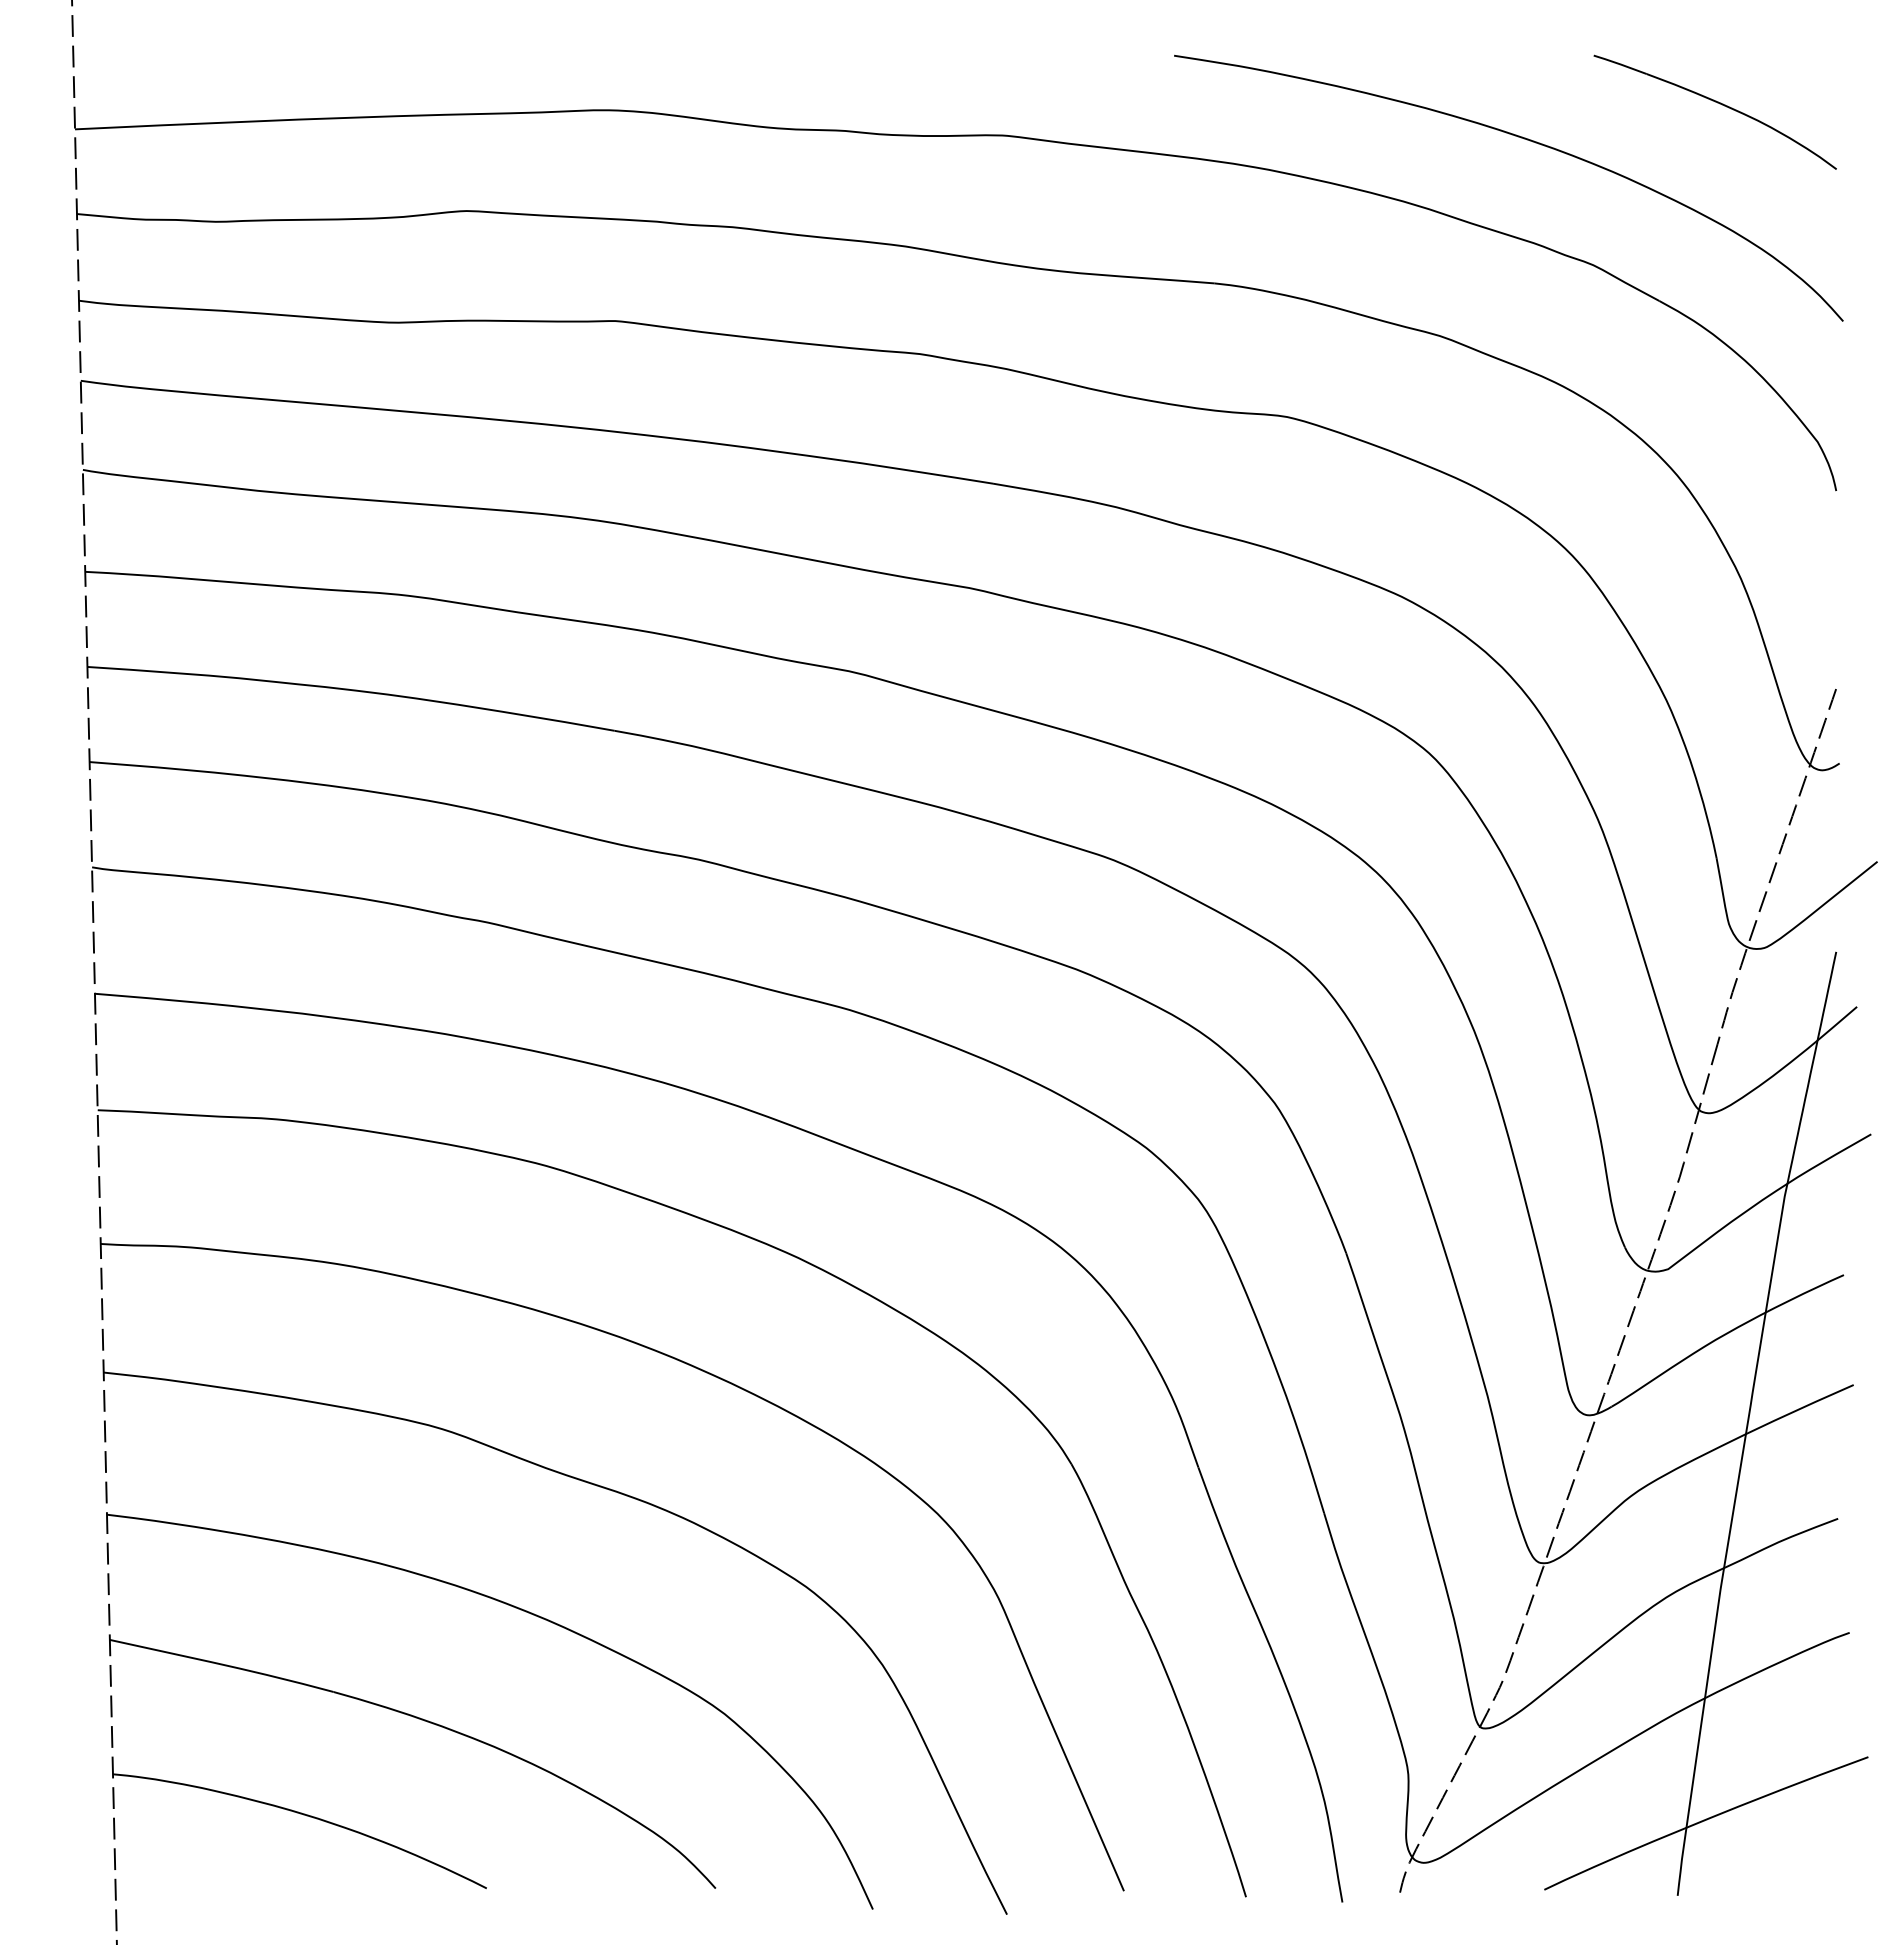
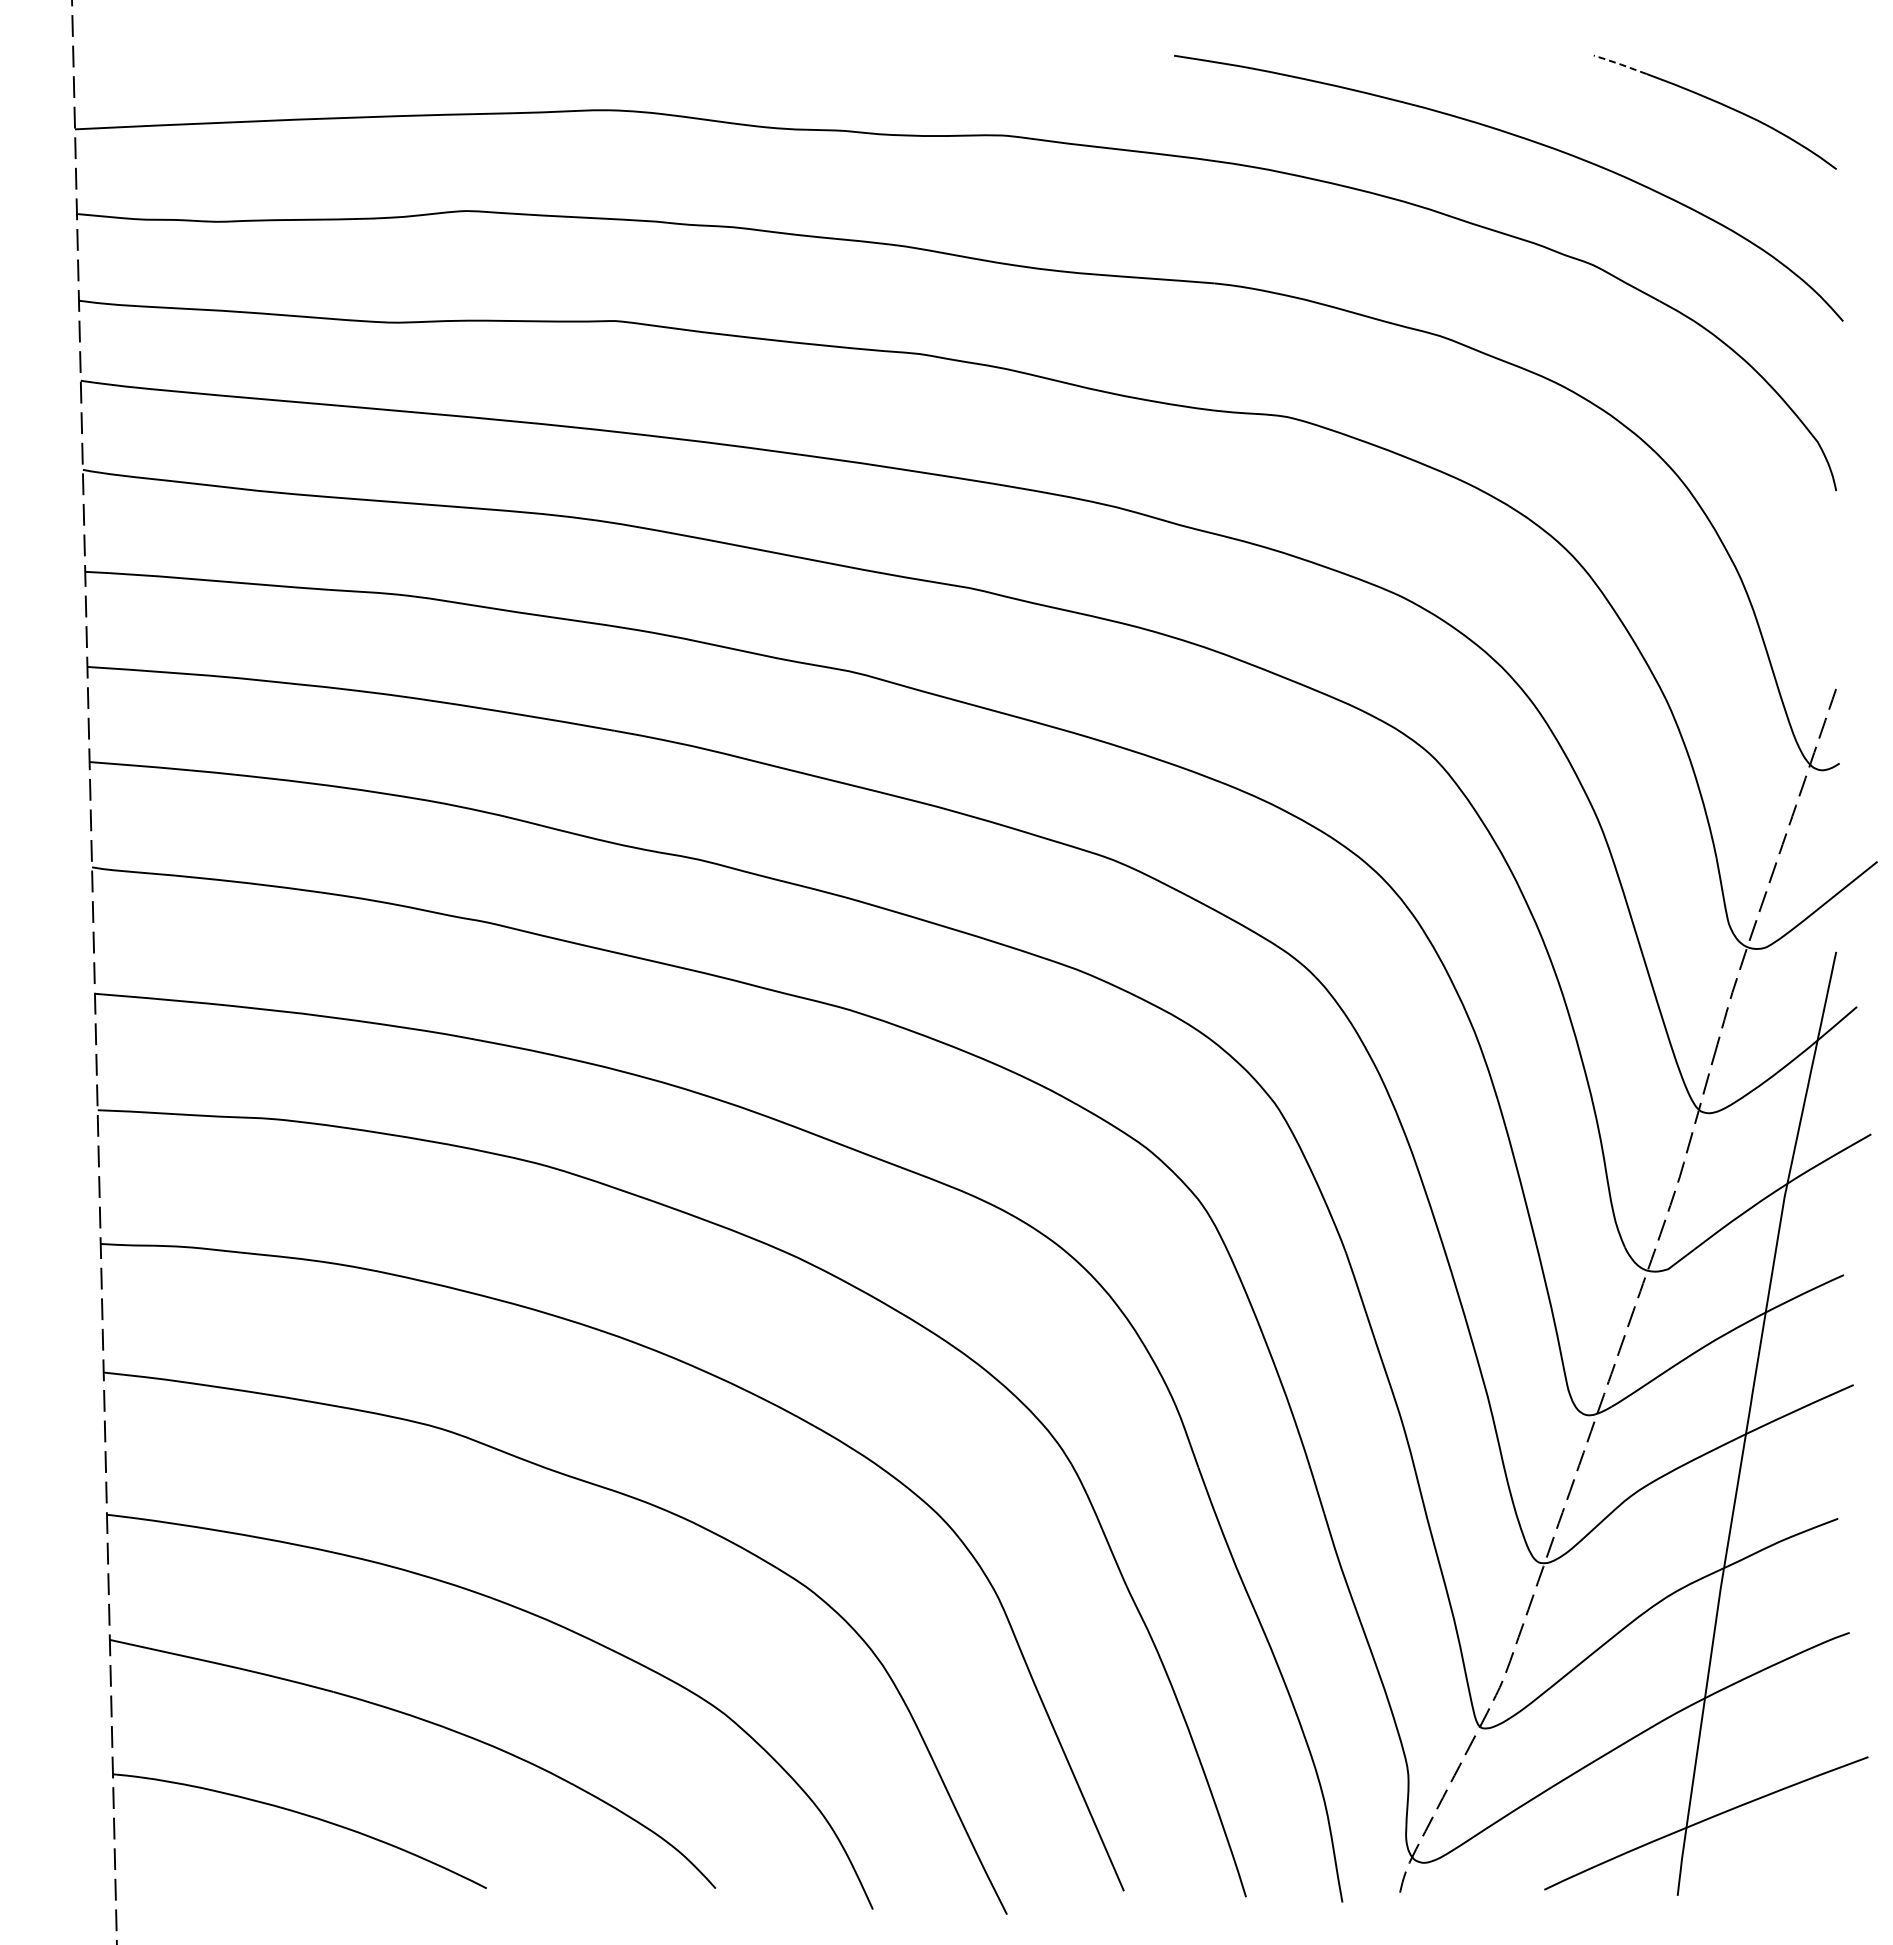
line at (1620, 64): solid -> dashed
